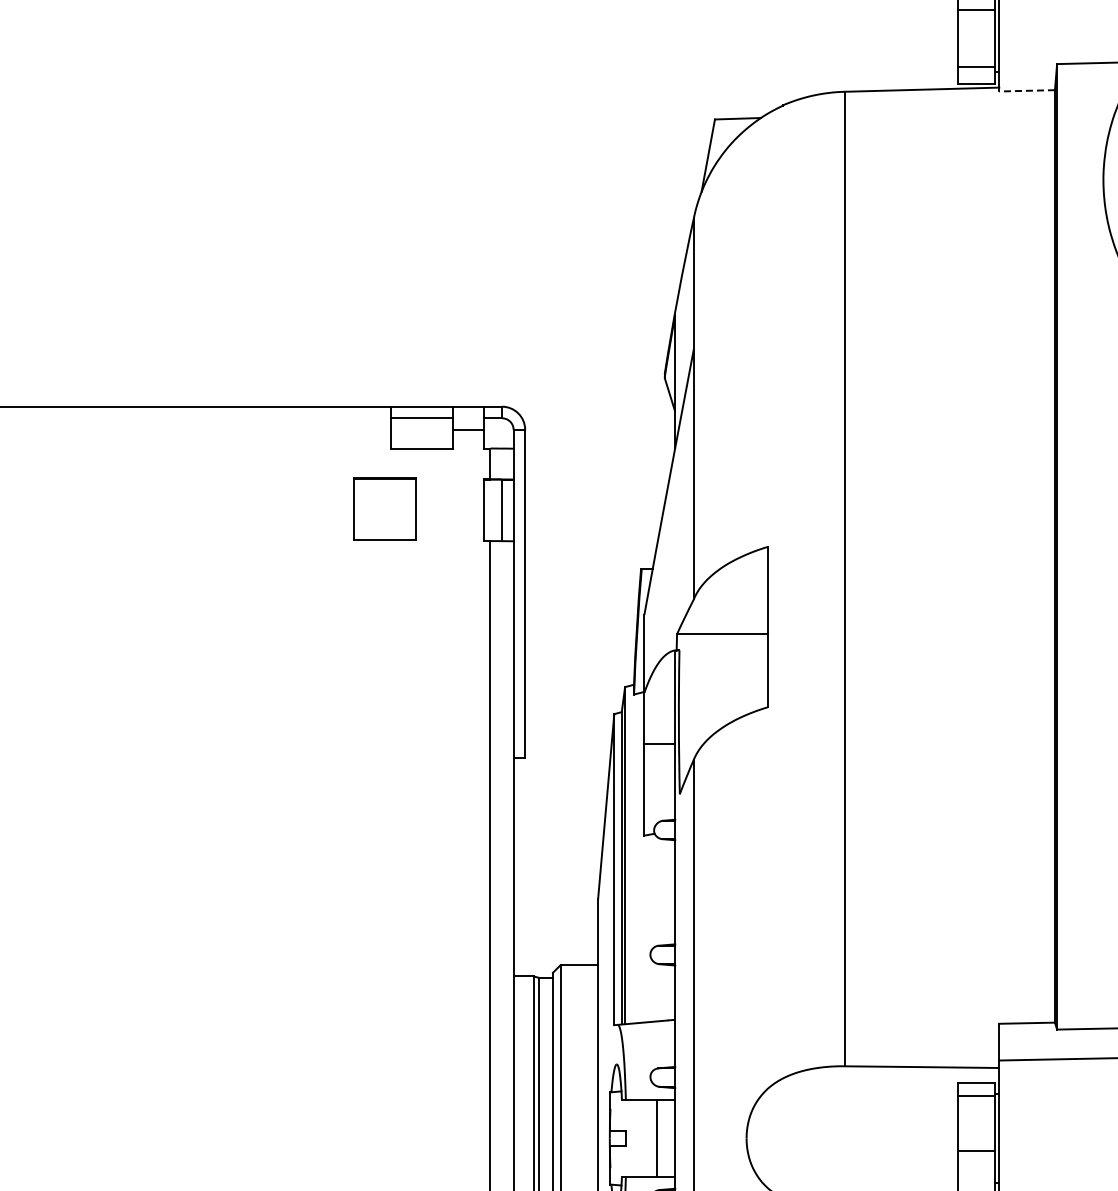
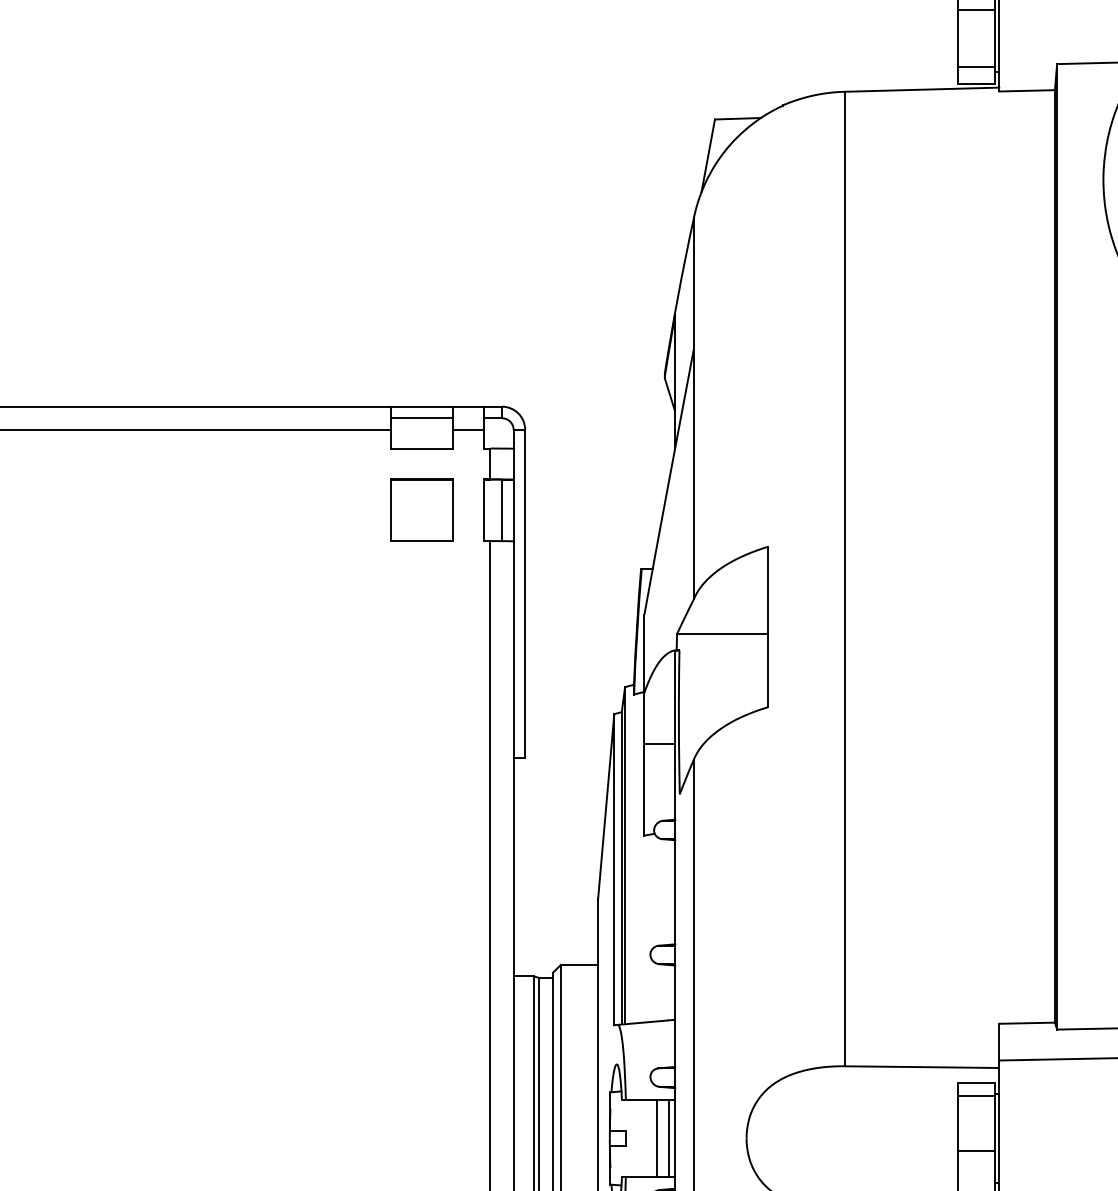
line at (1027, 90): dashed -> solid
line at (196, 429): none -> present
part at (384, 508) position: (384, 508) -> (421, 509)
line at (669, 1138): none -> present
